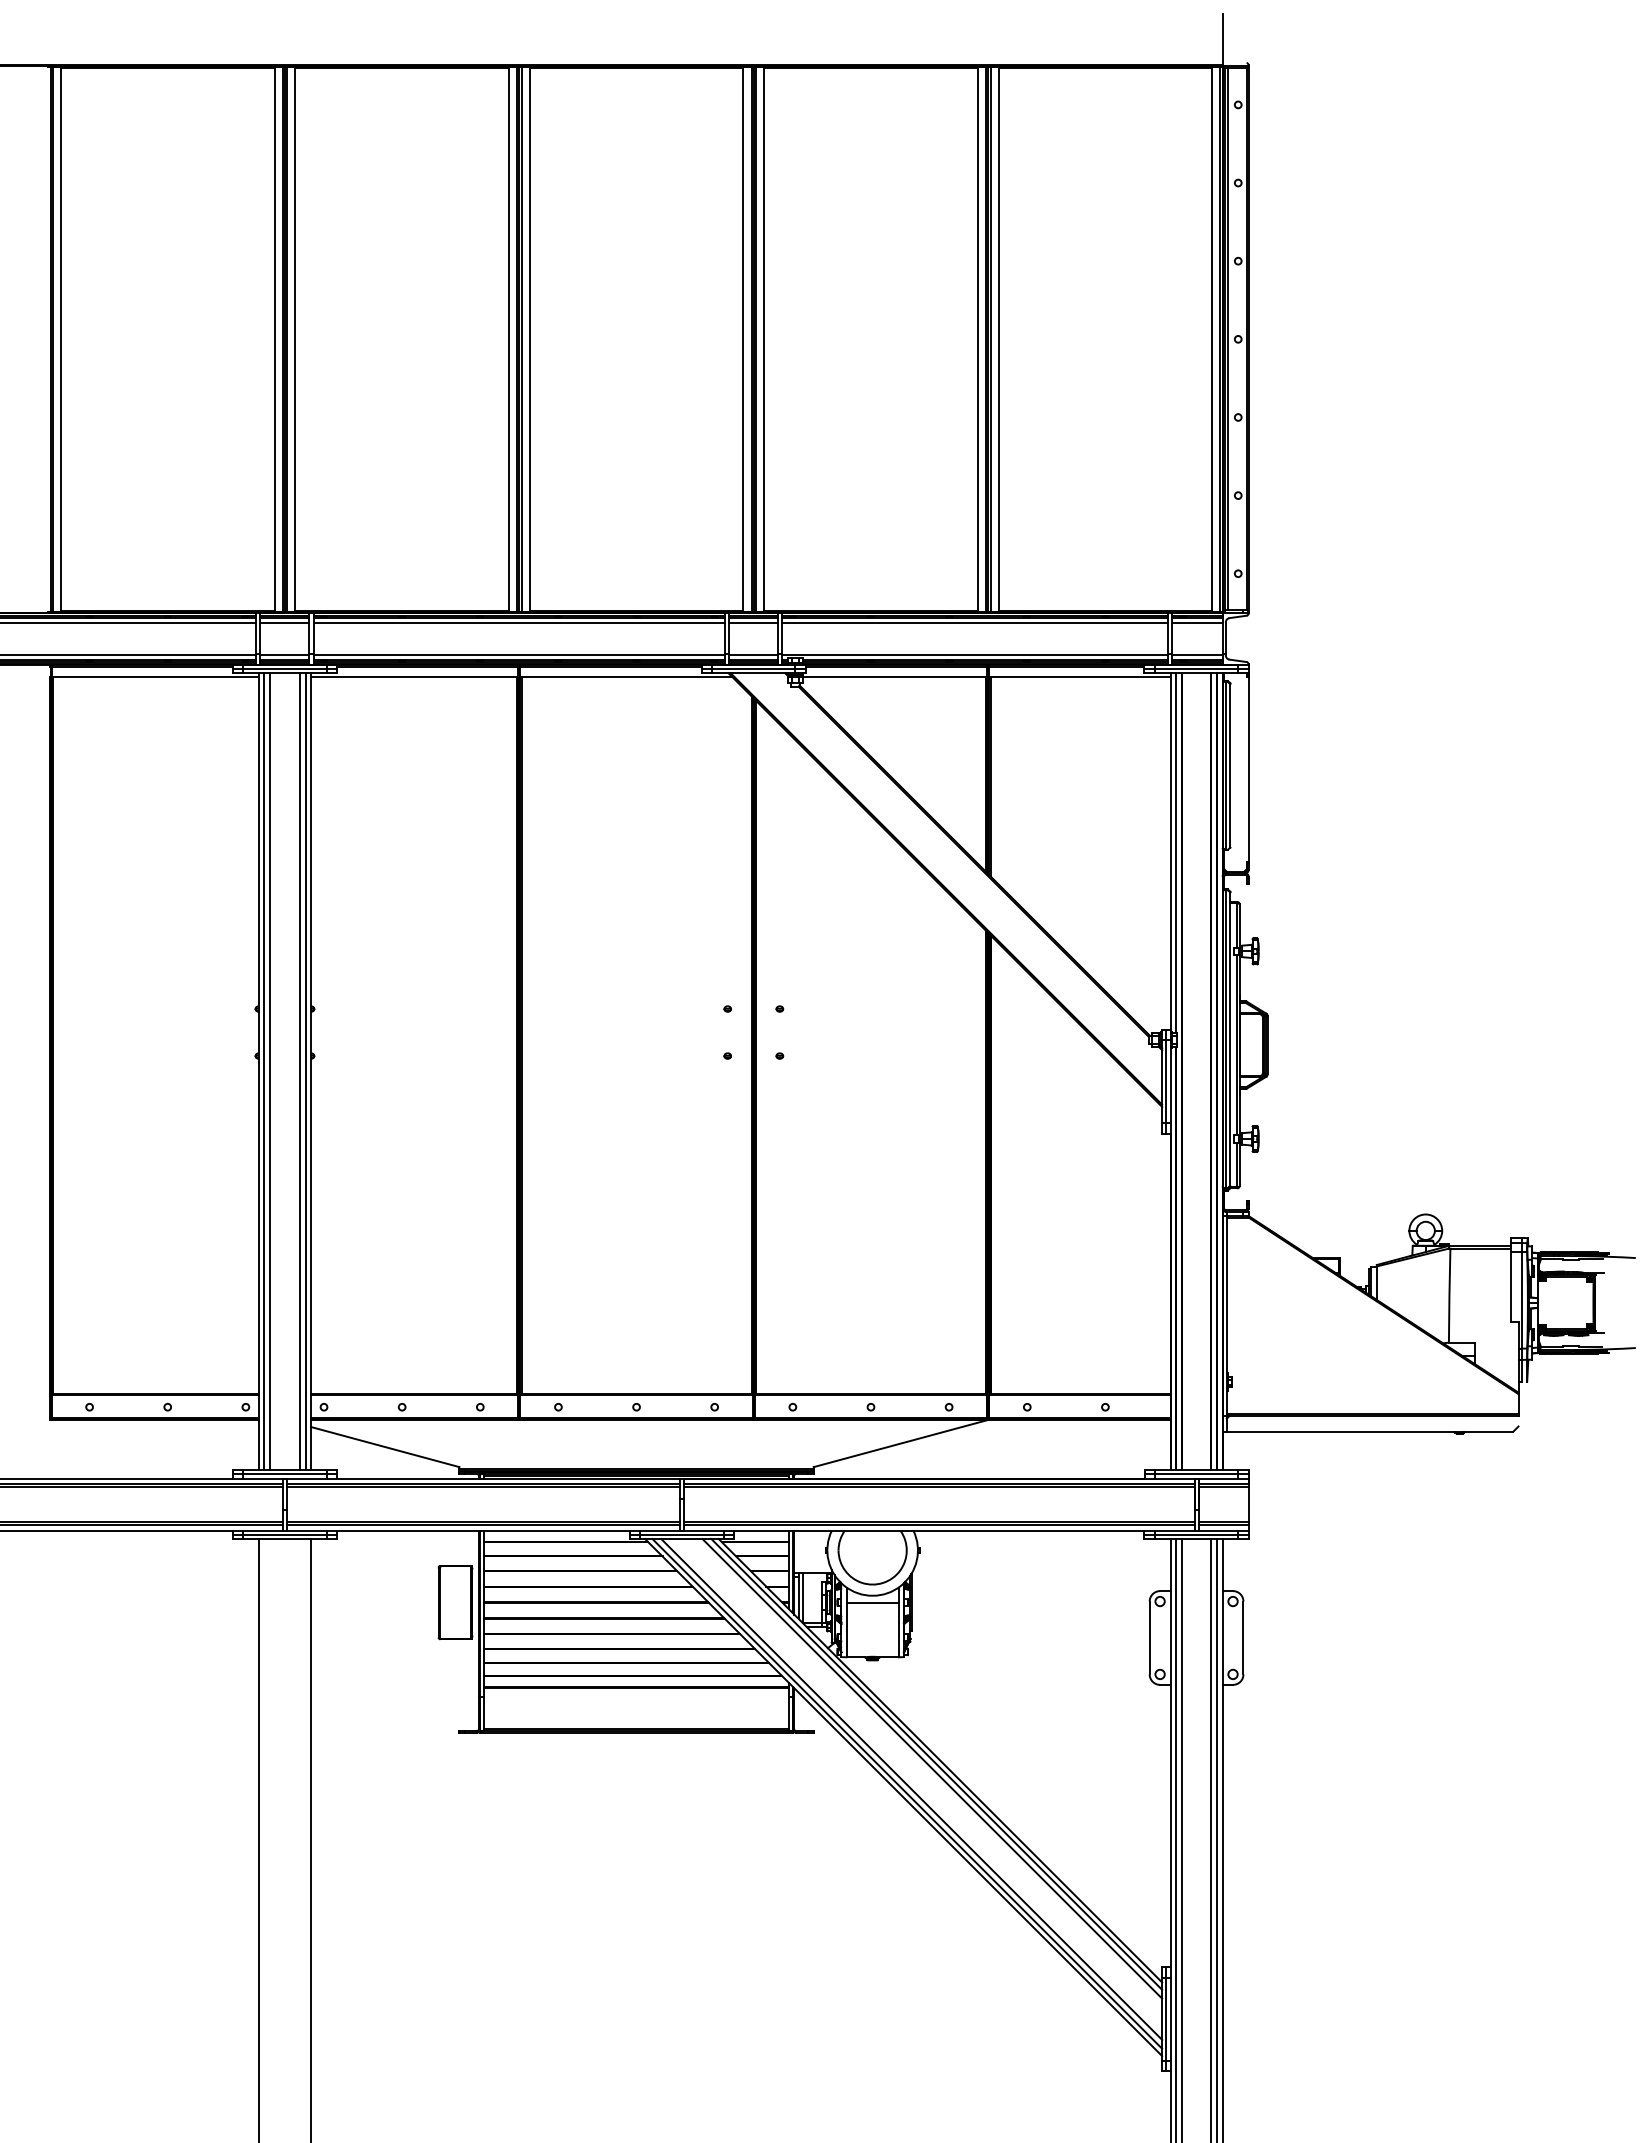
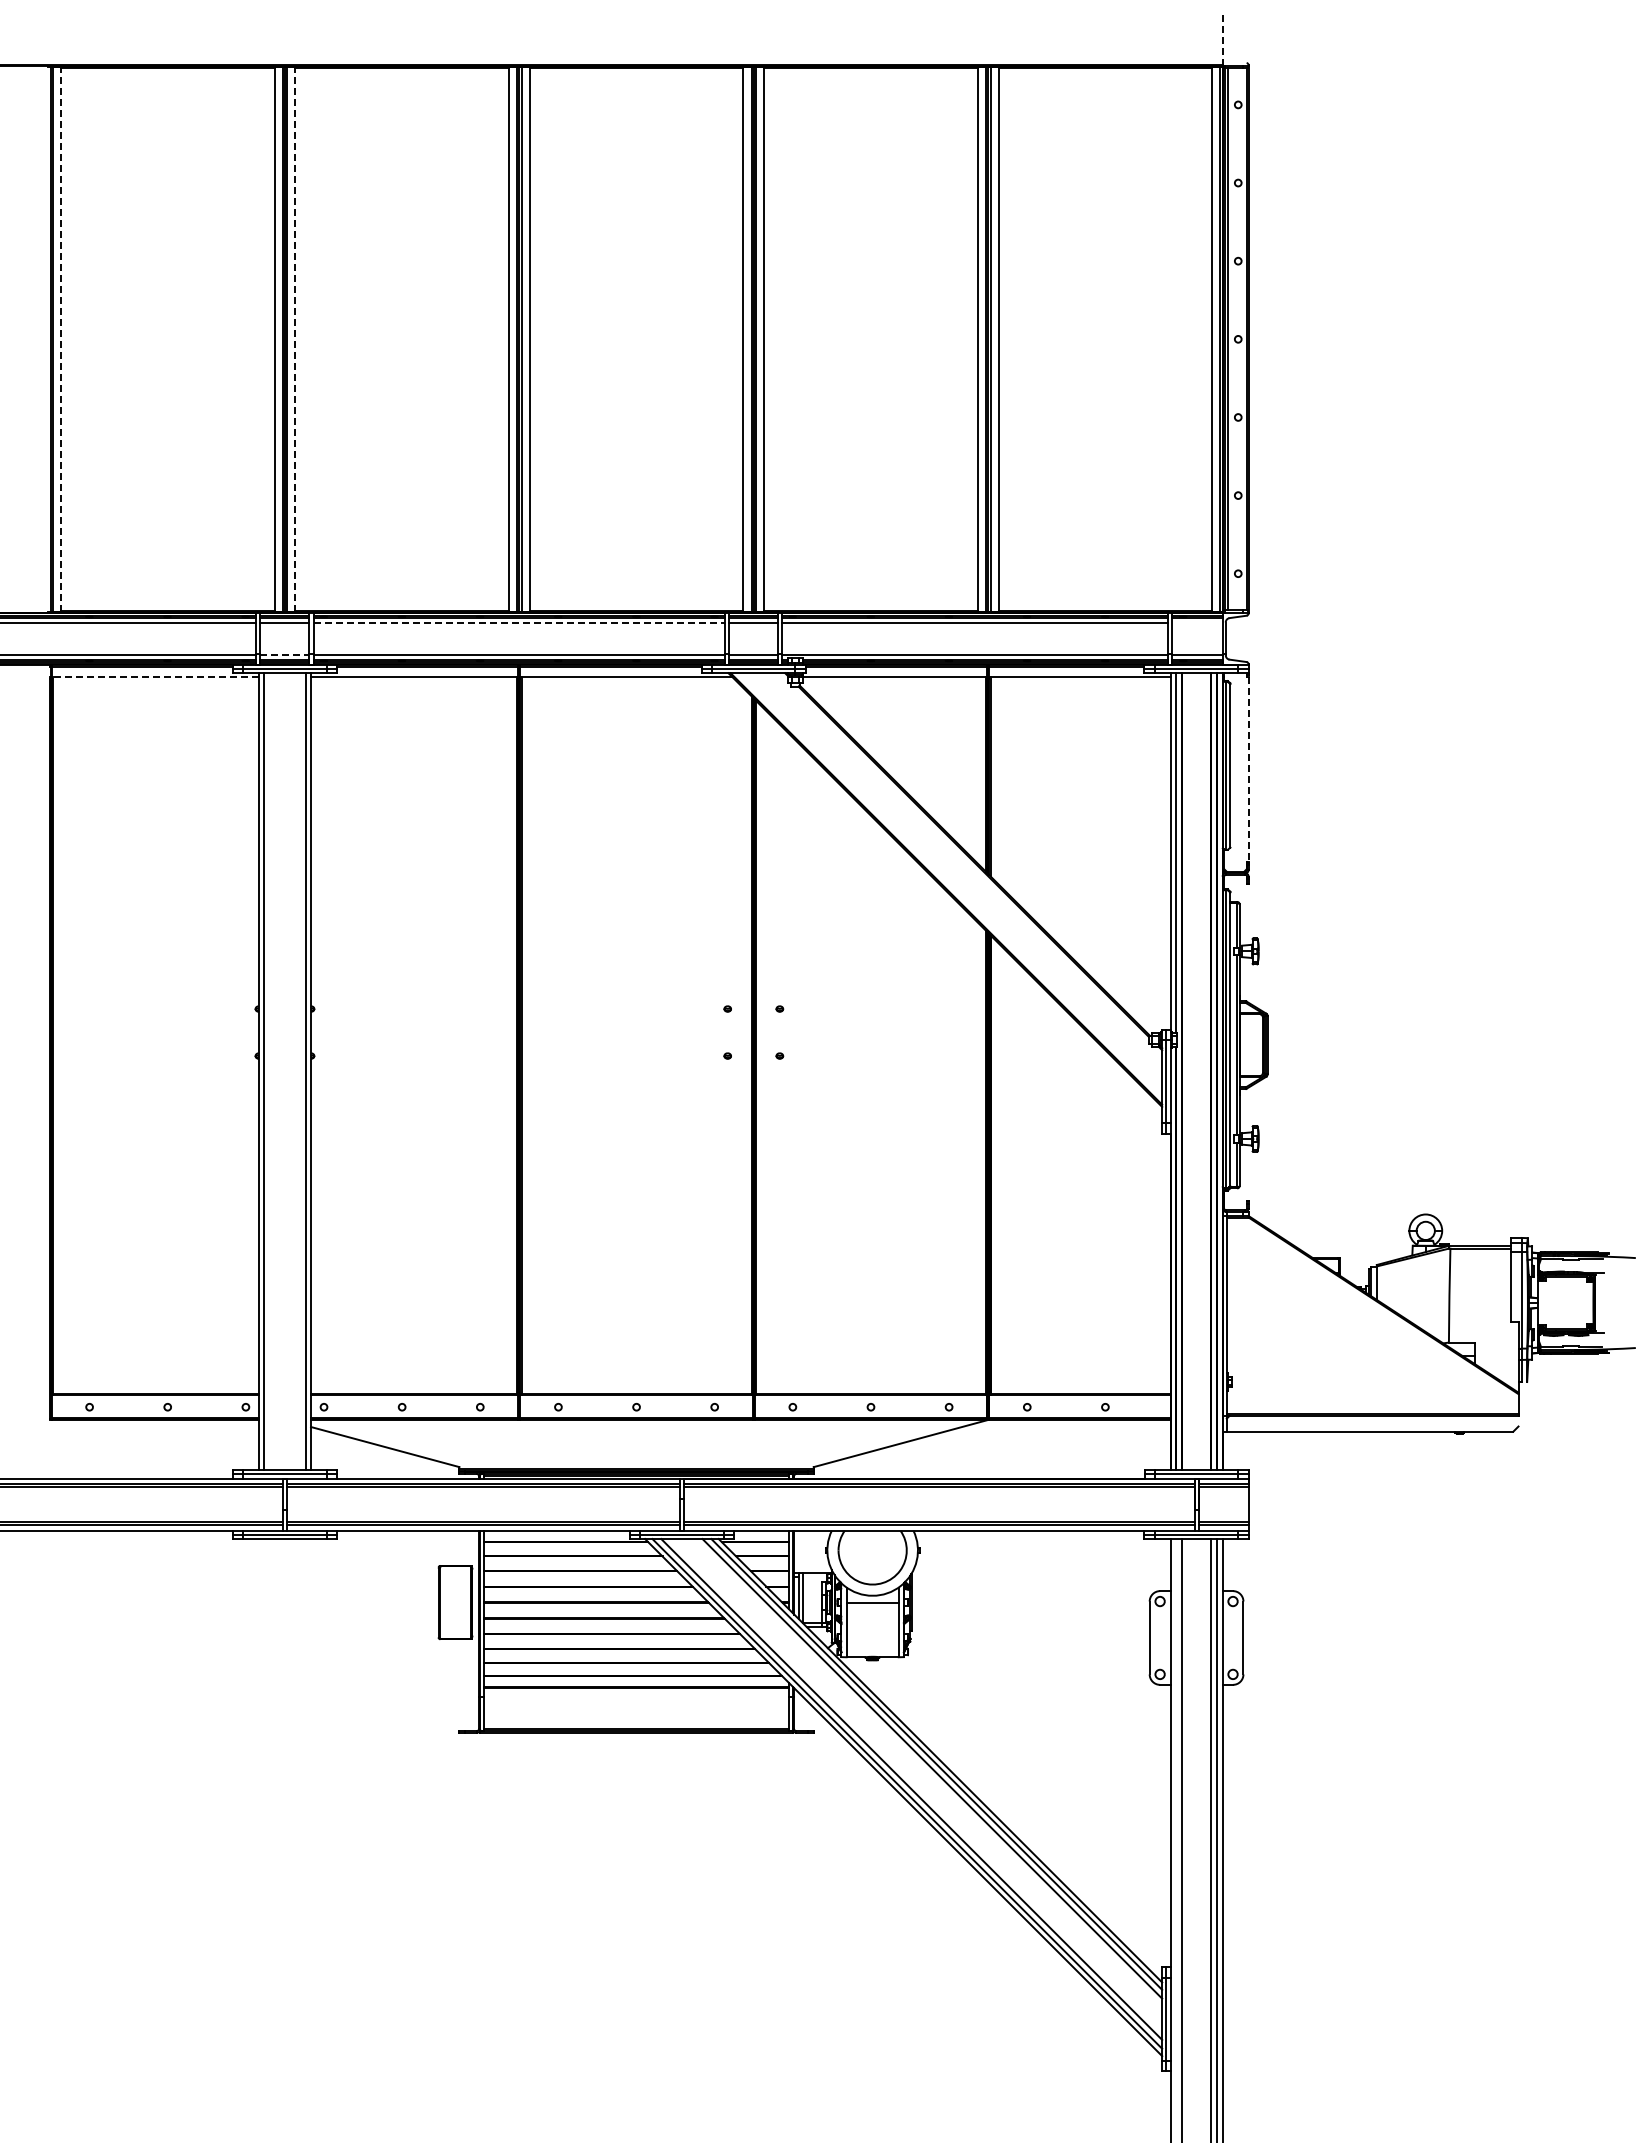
line at (1222, 39): solid -> dashed
line at (60, 338): solid -> dashed
line at (295, 338): solid -> dashed
line at (519, 622): solid -> dashed
line at (1197, 622): present -> none
line at (285, 655): solid -> dashed
line at (155, 676): solid -> dashed
line at (1248, 769): solid -> dashed
line at (270, 1071): present -> none
line at (299, 1071): present -> none
line at (258, 1839): present -> none
line at (311, 1839): present -> none
line at (1175, 1839): present -> none
